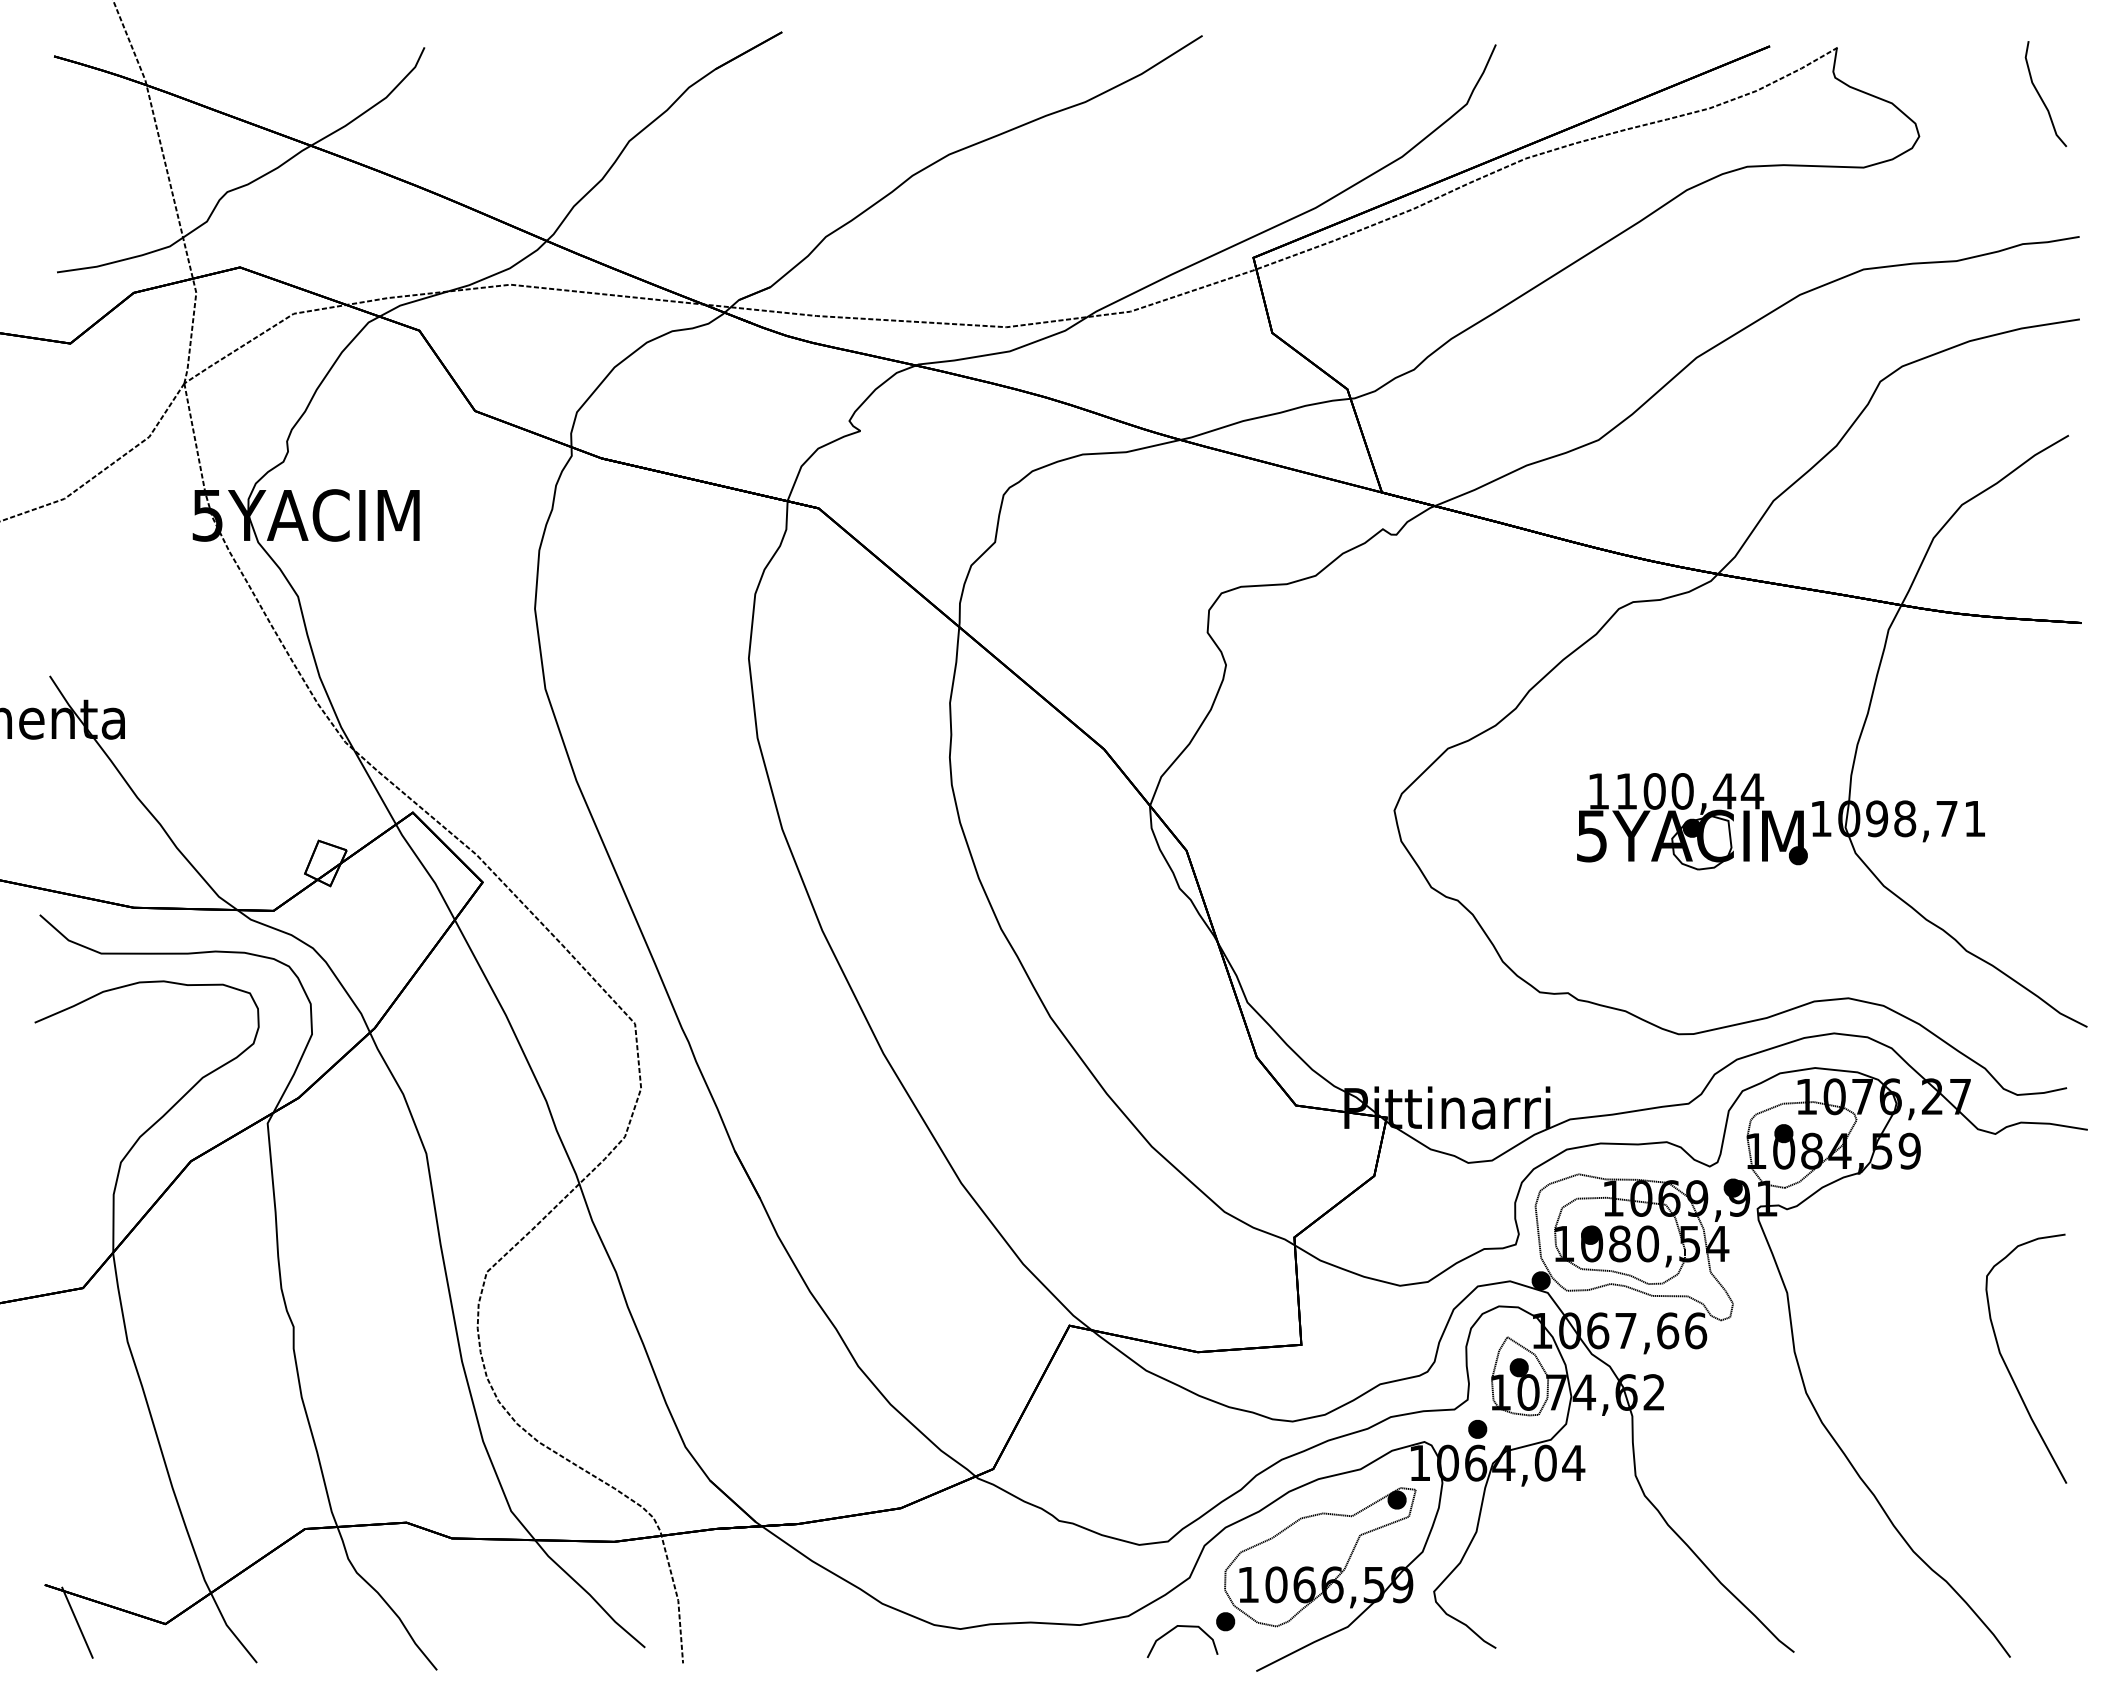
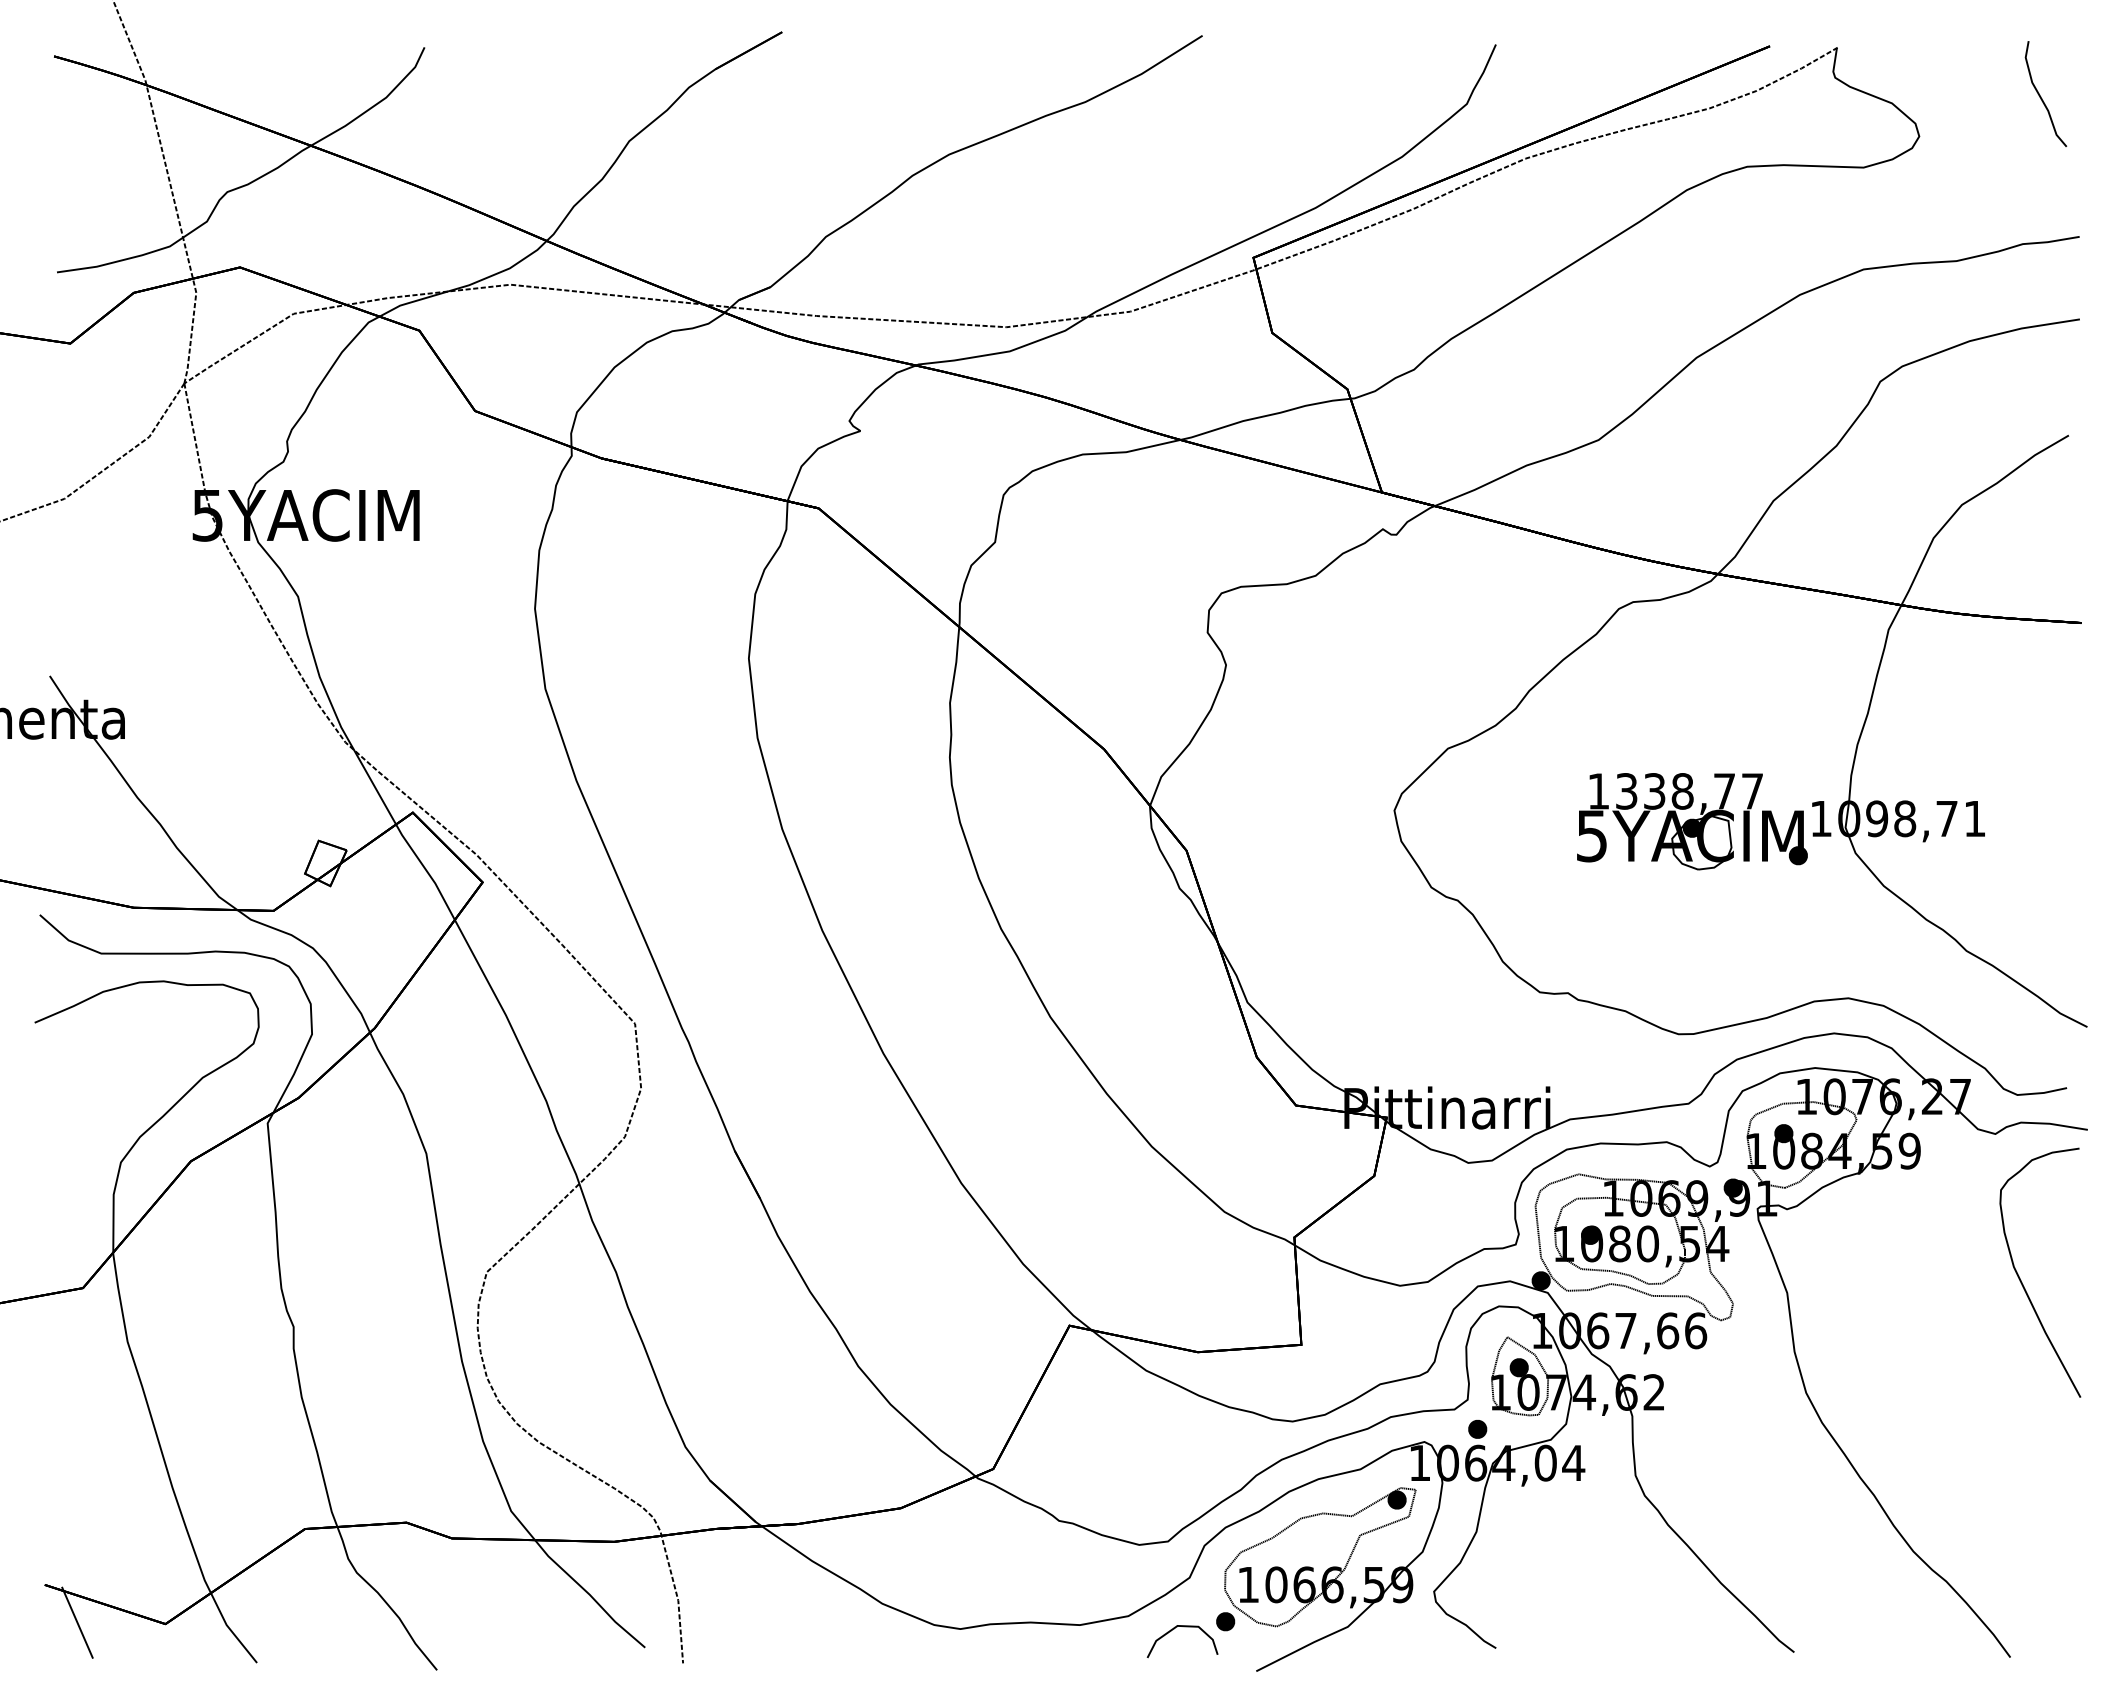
text at (1690, 791): 1100,44 -> 1338,77
curve at (2008, 1368) position: (2008, 1368) -> (2022, 1282)
